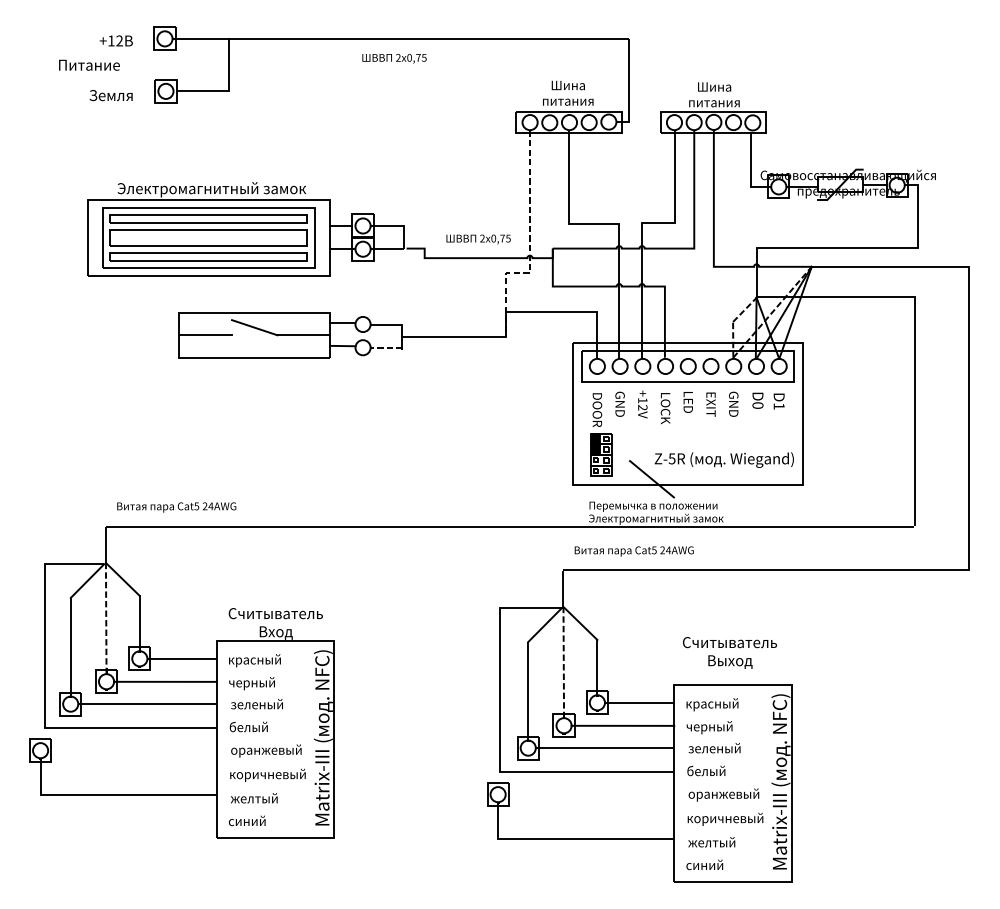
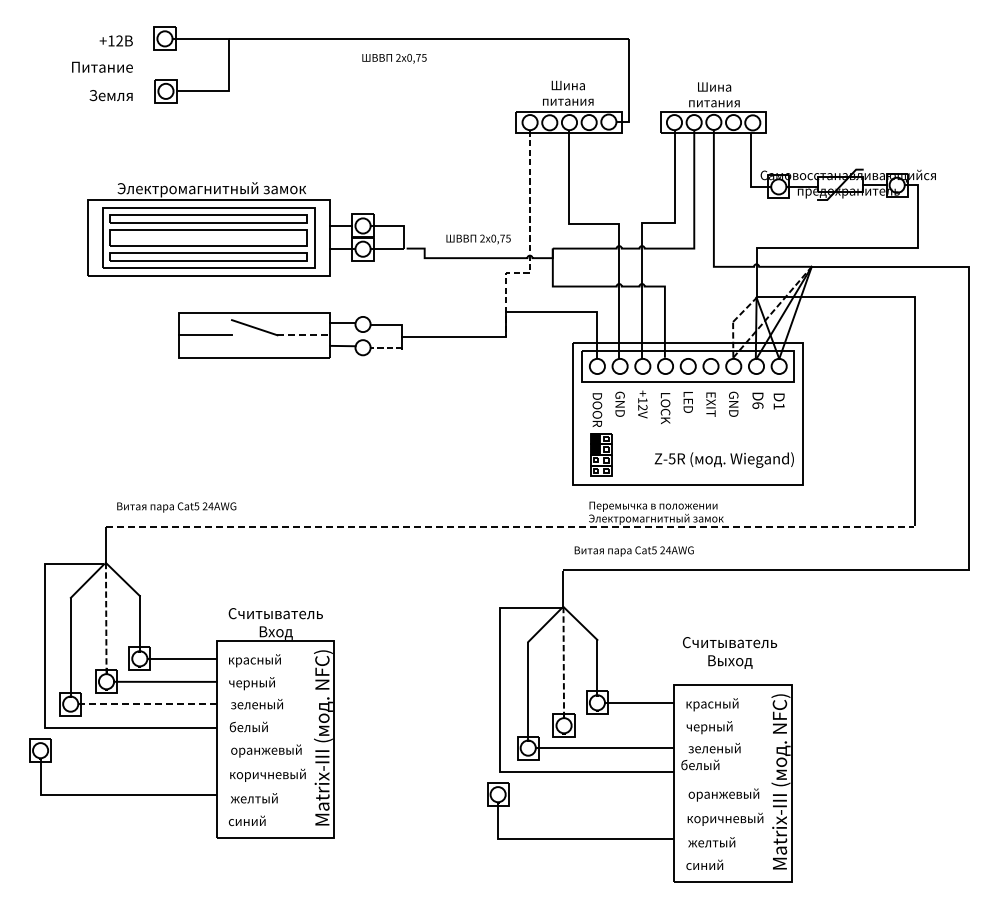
text at (89, 64) position: (89, 64) -> (102, 66)
line at (303, 335): solid -> dashed
text at (757, 405): D0 -> D6
line at (651, 479): present -> none
line at (511, 527): solid -> dashed
line at (148, 704): solid -> dashed
line at (622, 725): present -> none
text at (706, 770) position: (706, 770) -> (700, 764)
